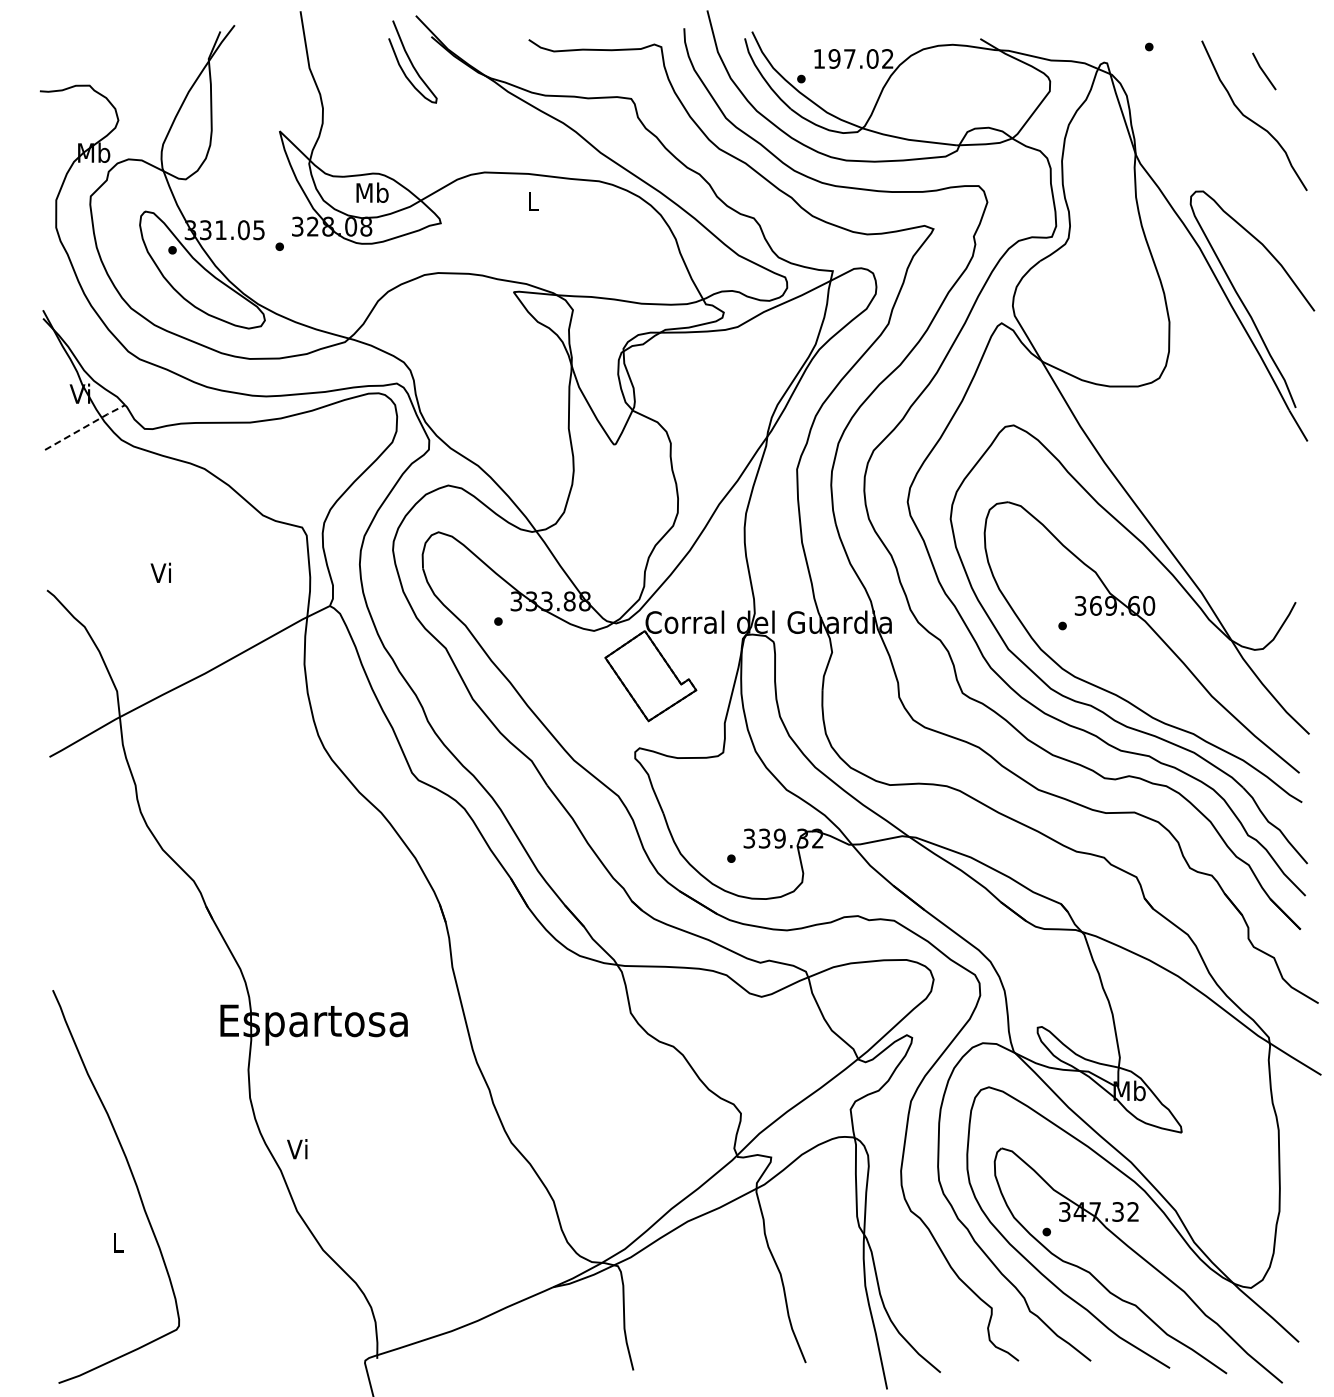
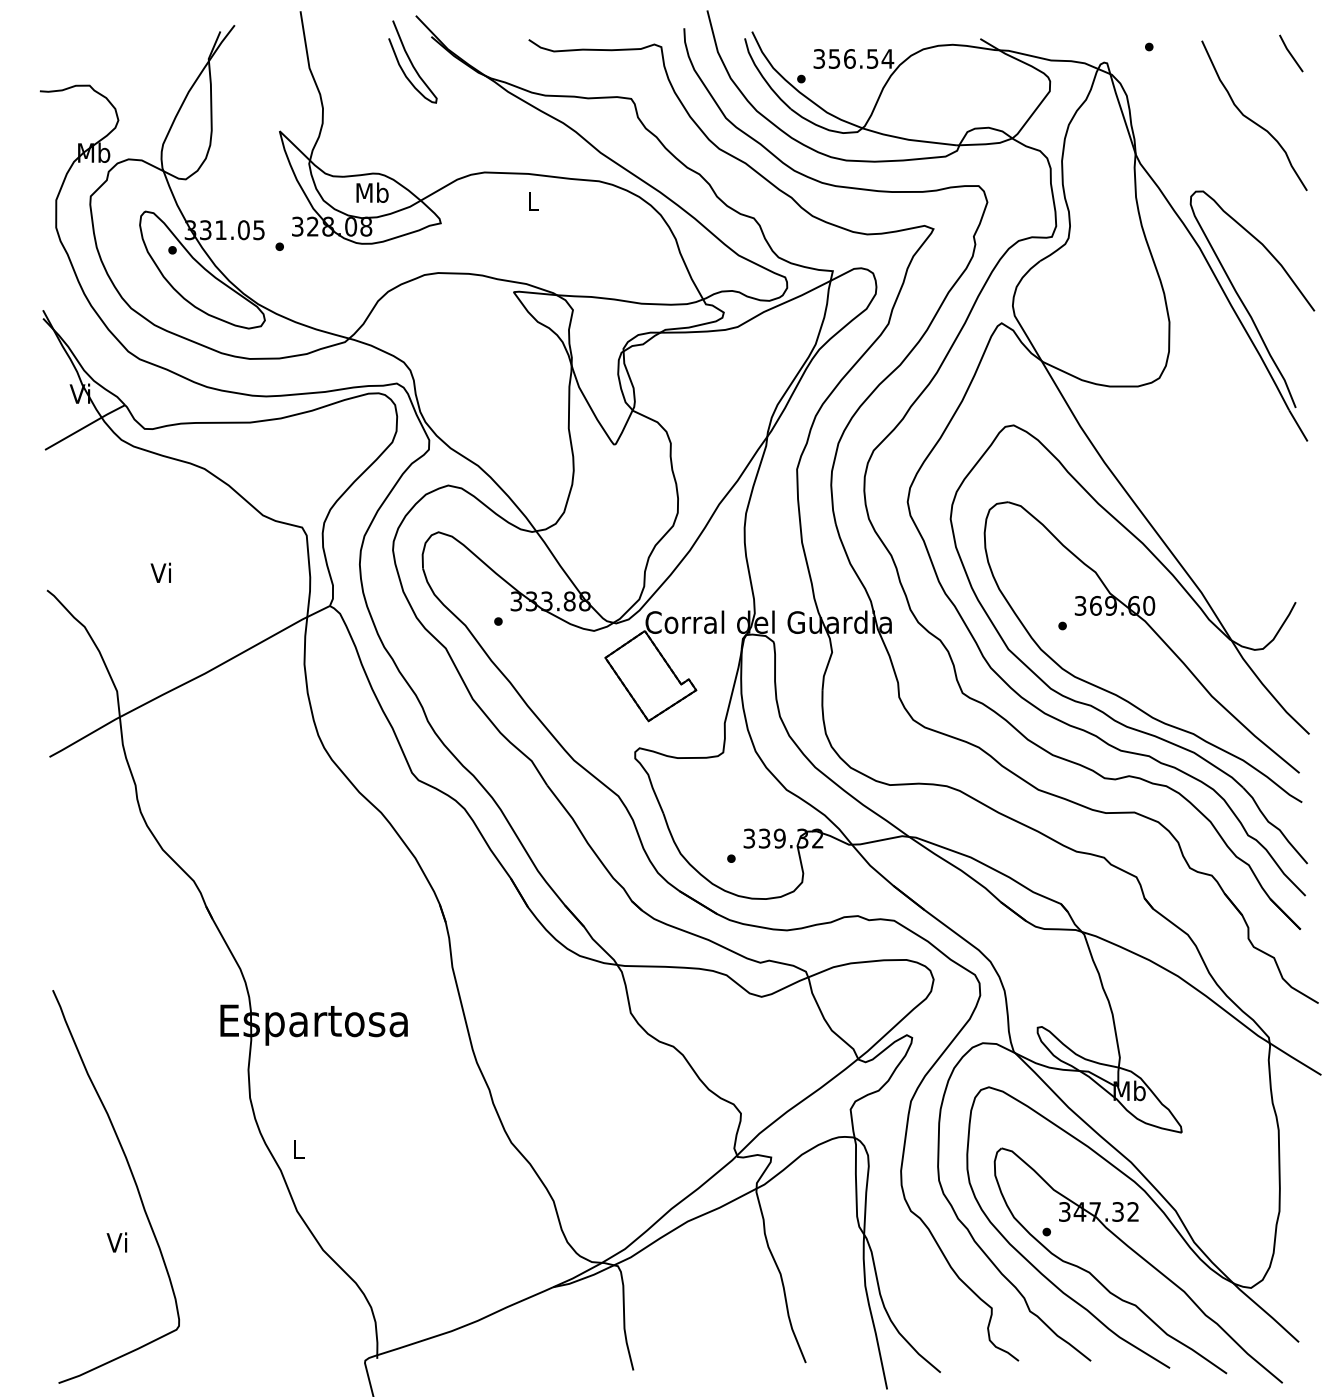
text at (853, 58): 197.02 -> 356.54
line at (1264, 71) position: (1264, 71) -> (1291, 53)
line at (85, 426): dashed -> solid
text at (297, 1149): Vi -> L
text at (116, 1242): L -> Vi
